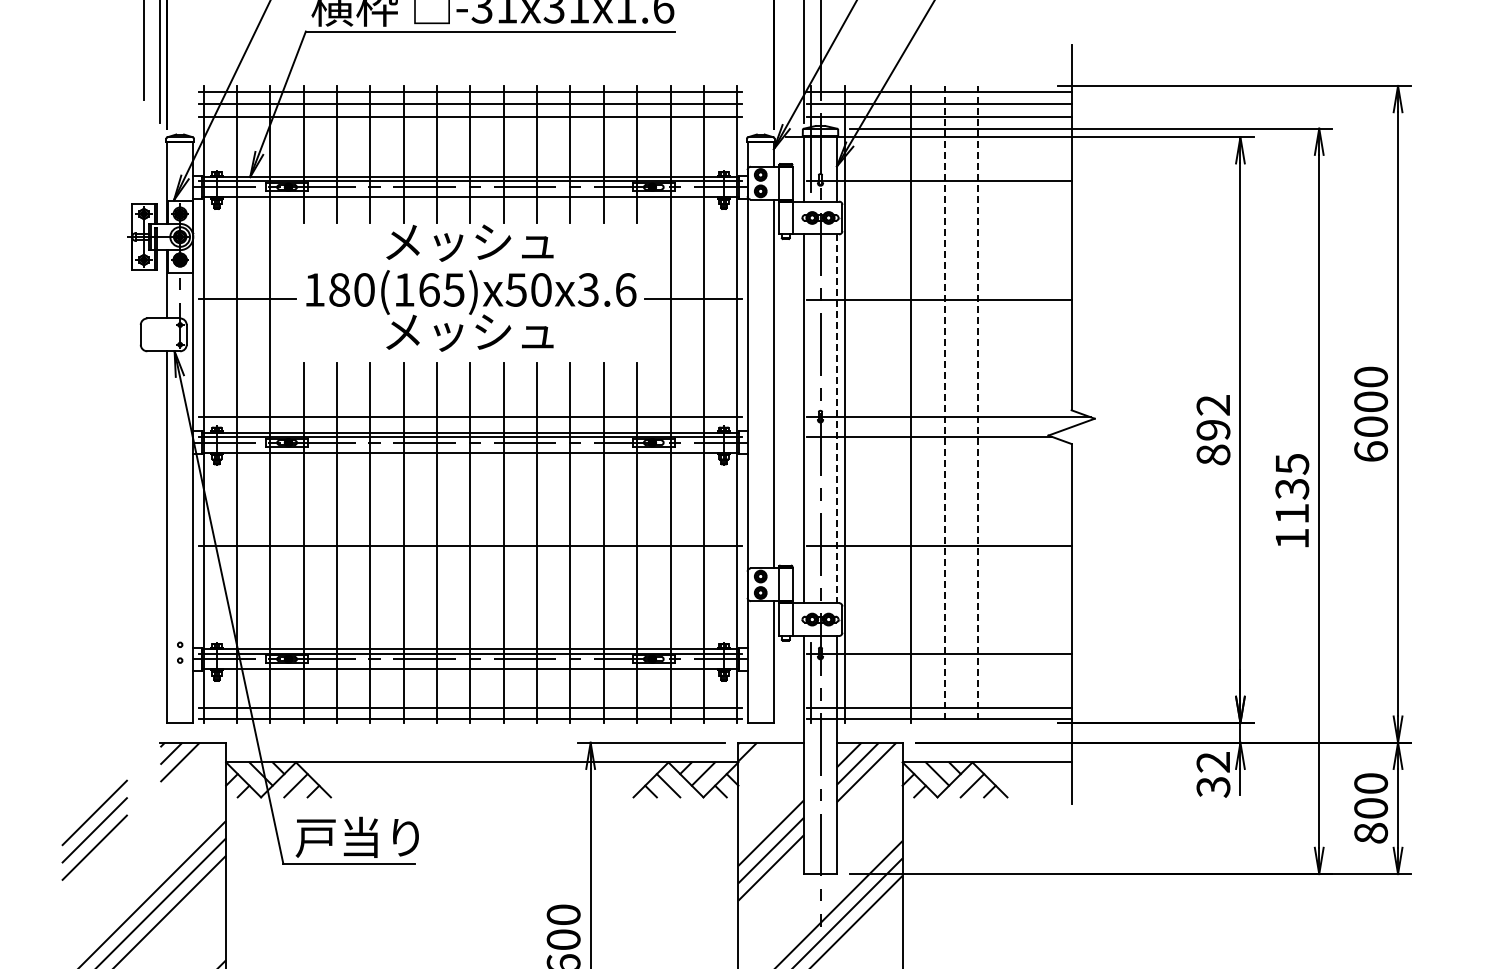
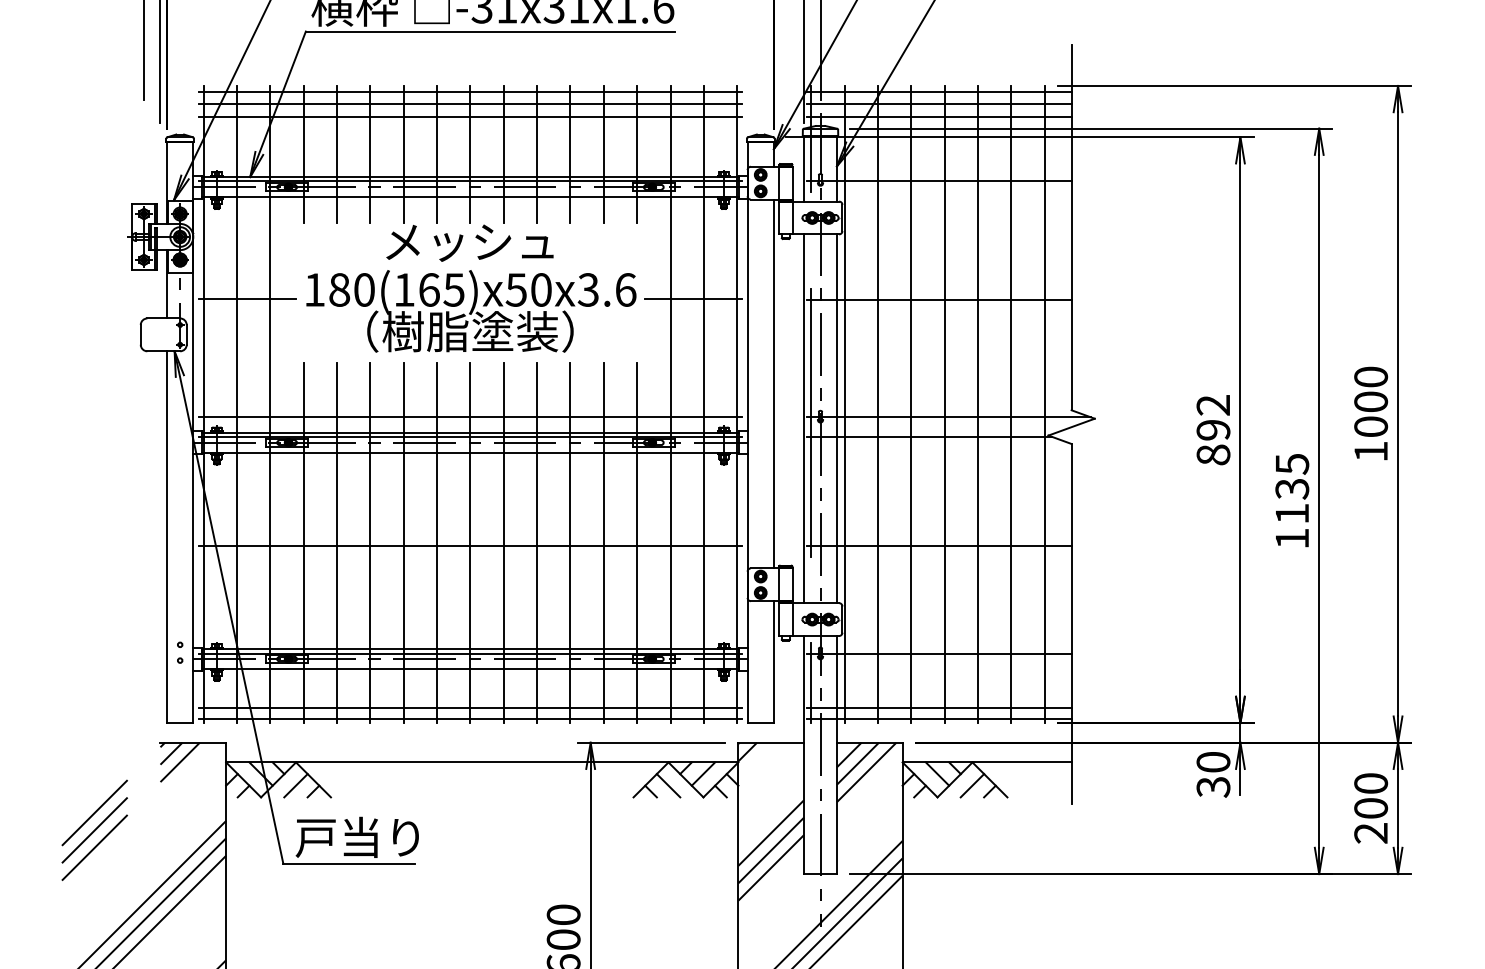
text at (470, 331): メッシュ -> （樹脂塗装）
line at (877, 404): none -> present
line at (944, 404): dashed -> solid
line at (977, 404): dashed -> solid
line at (1011, 404): none -> present
line at (1044, 404): none -> present
line at (836, 419): dashed -> solid
line at (811, 422): none -> present
text at (1371, 451): 6000 -> 1000
text at (1213, 762): 32 -> 30
text at (1371, 832): 800 -> 200
